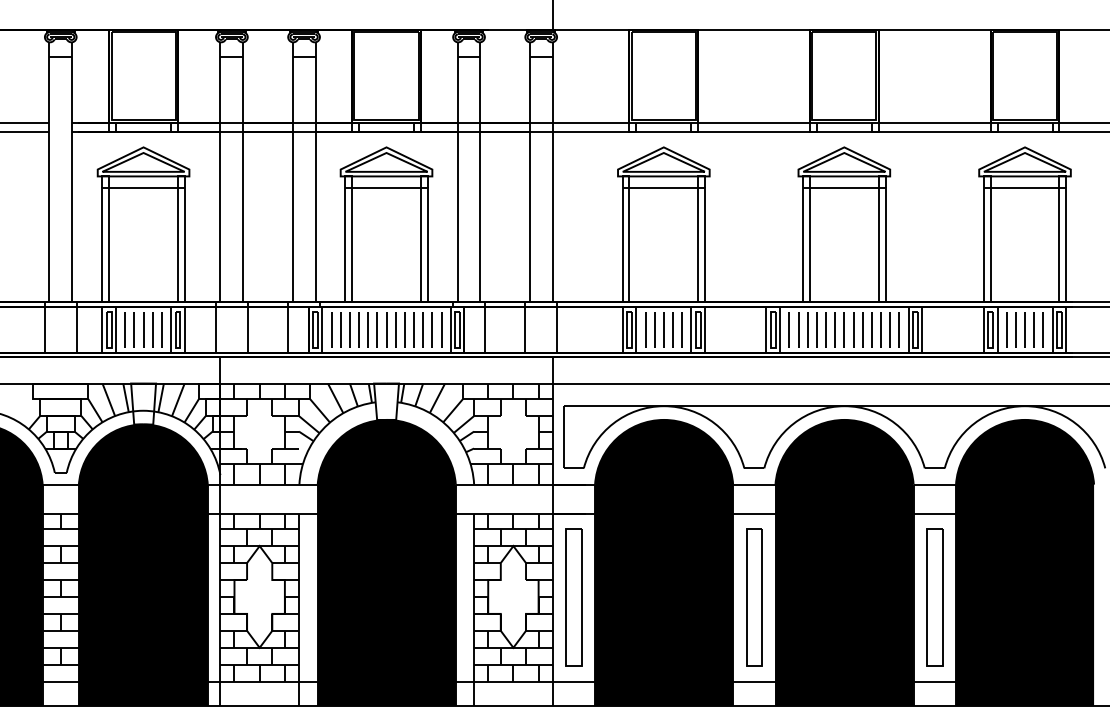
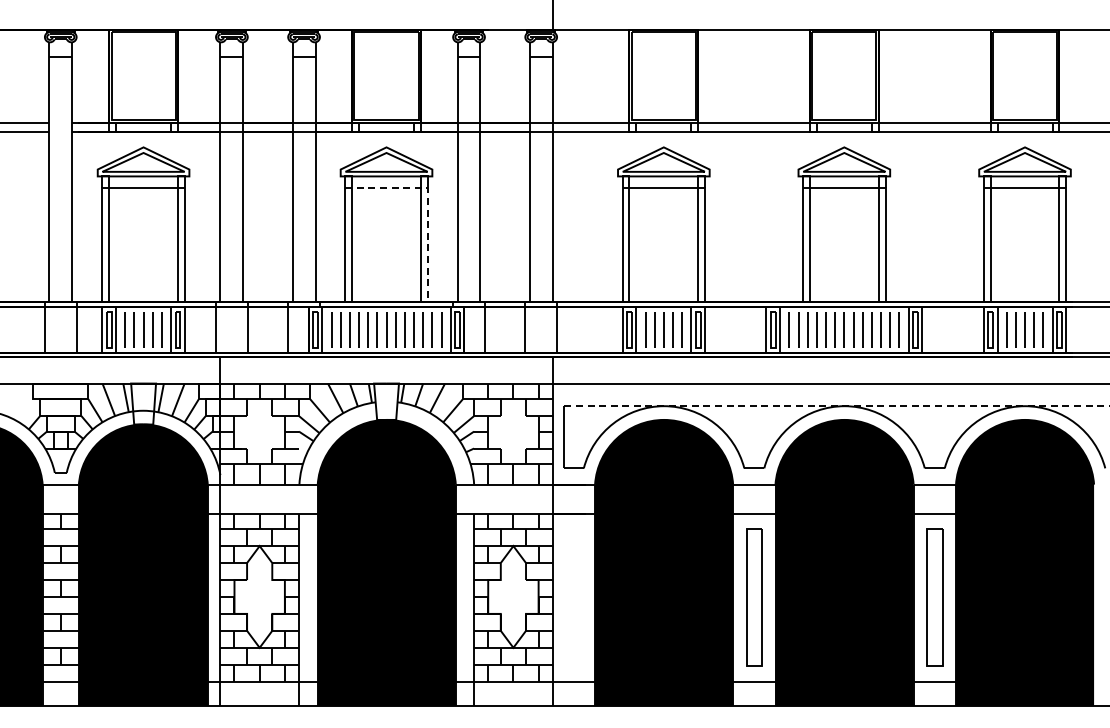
line at (427, 202): solid -> dashed
line at (837, 406): solid -> dashed
part at (573, 597): present -> none
